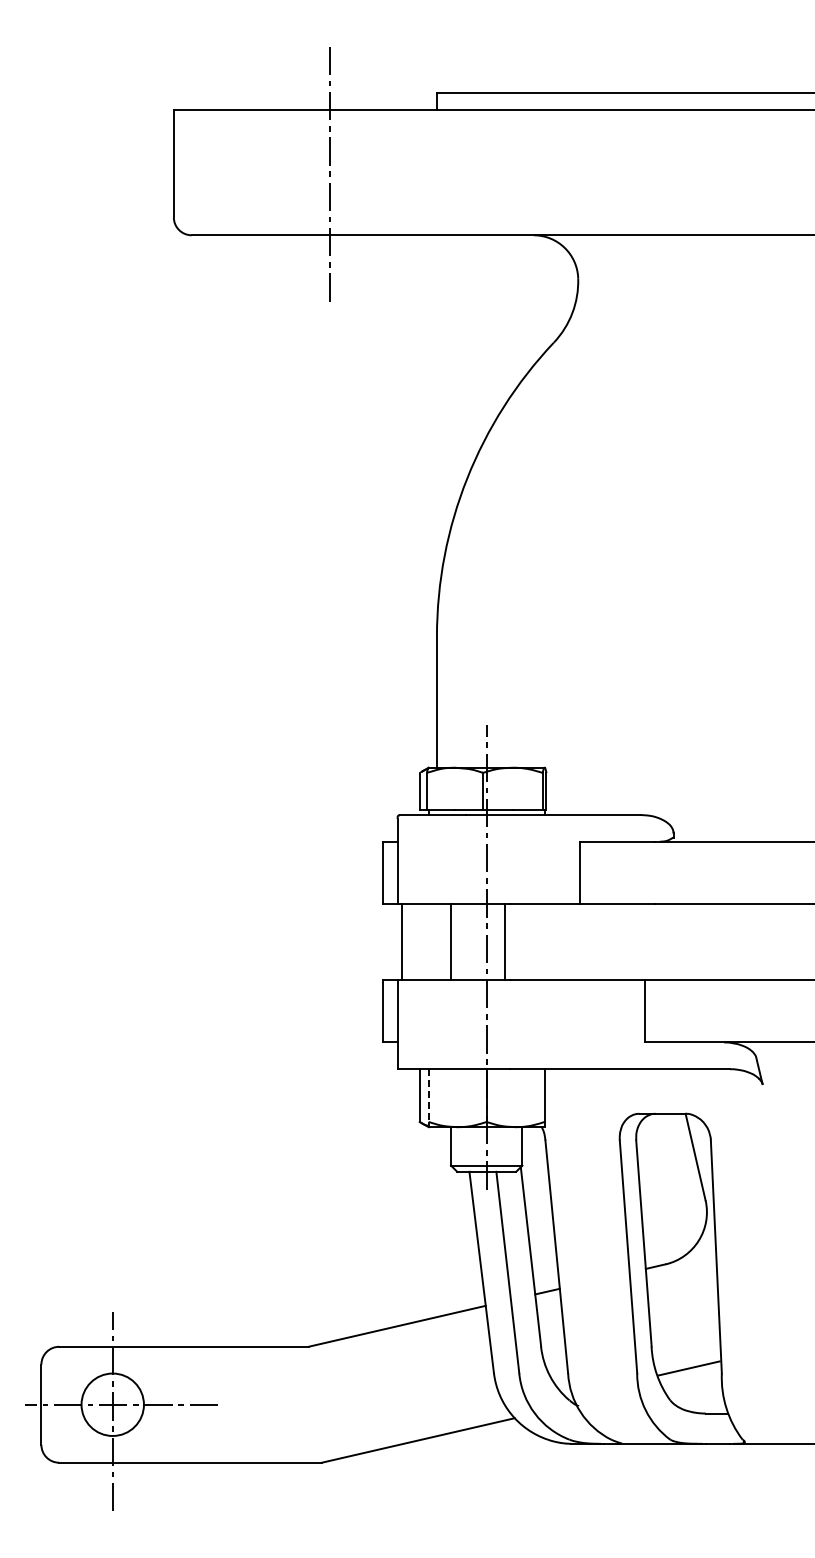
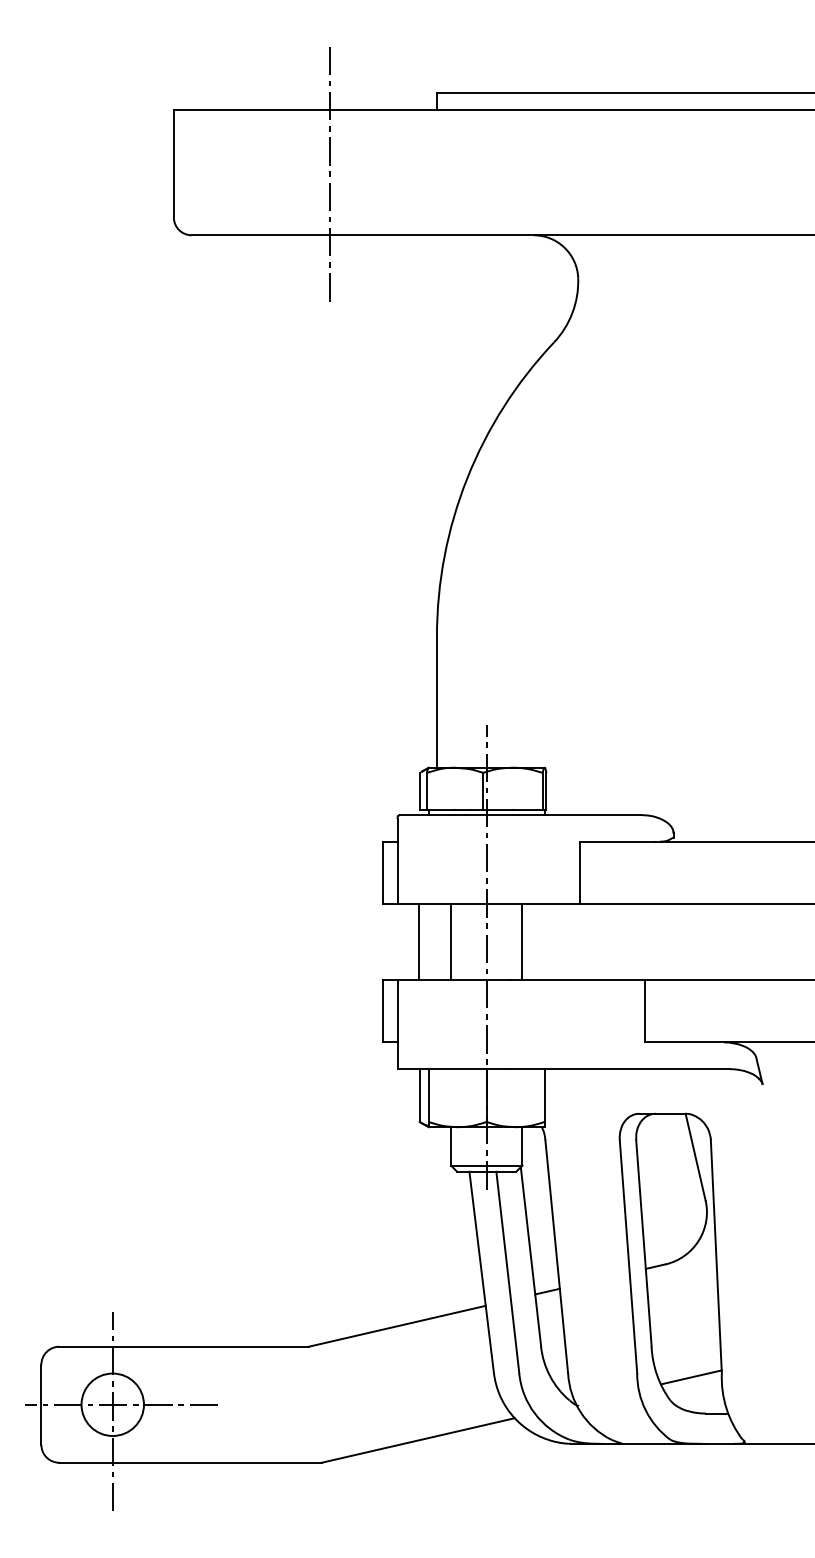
line at (402, 942) position: (402, 942) -> (419, 942)
line at (505, 942) position: (505, 942) -> (522, 942)
line at (428, 1096): dashed -> solid
line at (688, 1368) position: (688, 1368) -> (690, 1377)
